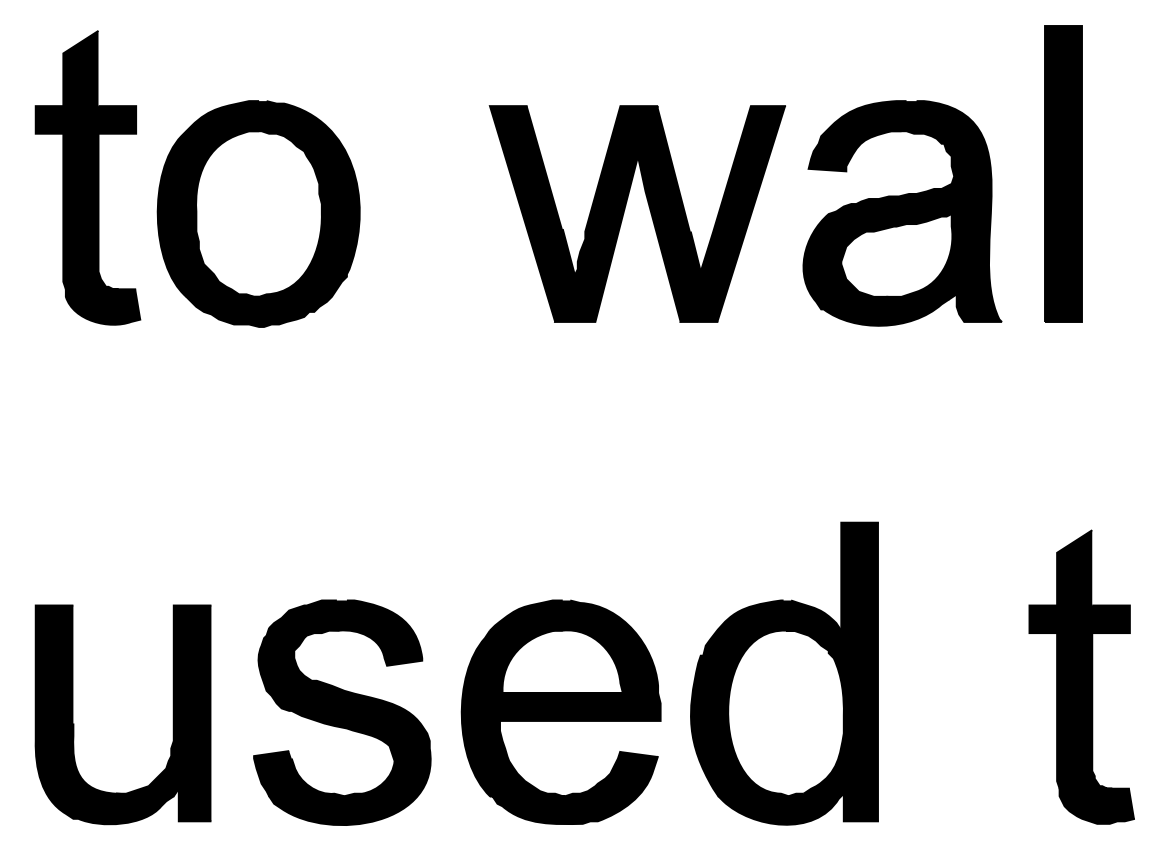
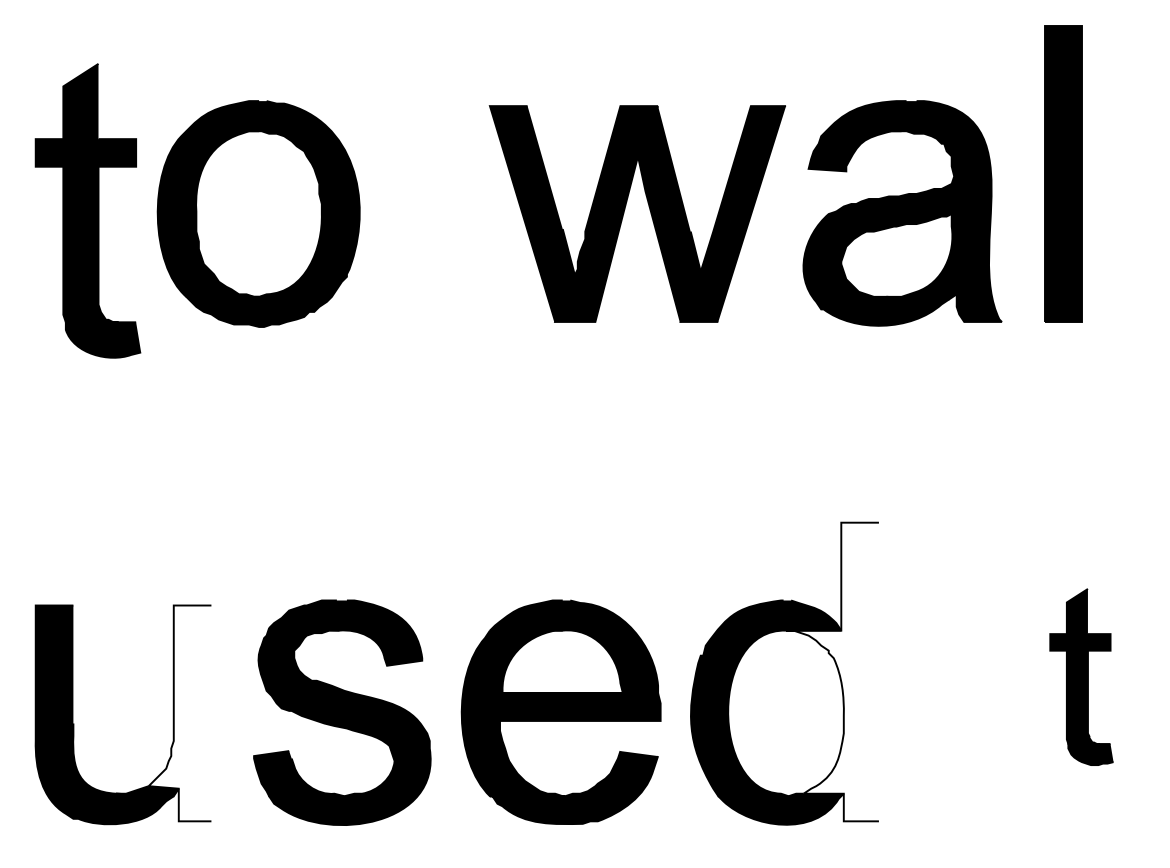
part at (87, 177) position: (87, 177) -> (87, 210)
fill at (832, 671): present -> none
part at (1081, 676) size: 107x296 px -> 65x178 px
fill at (179, 713): present -> none
